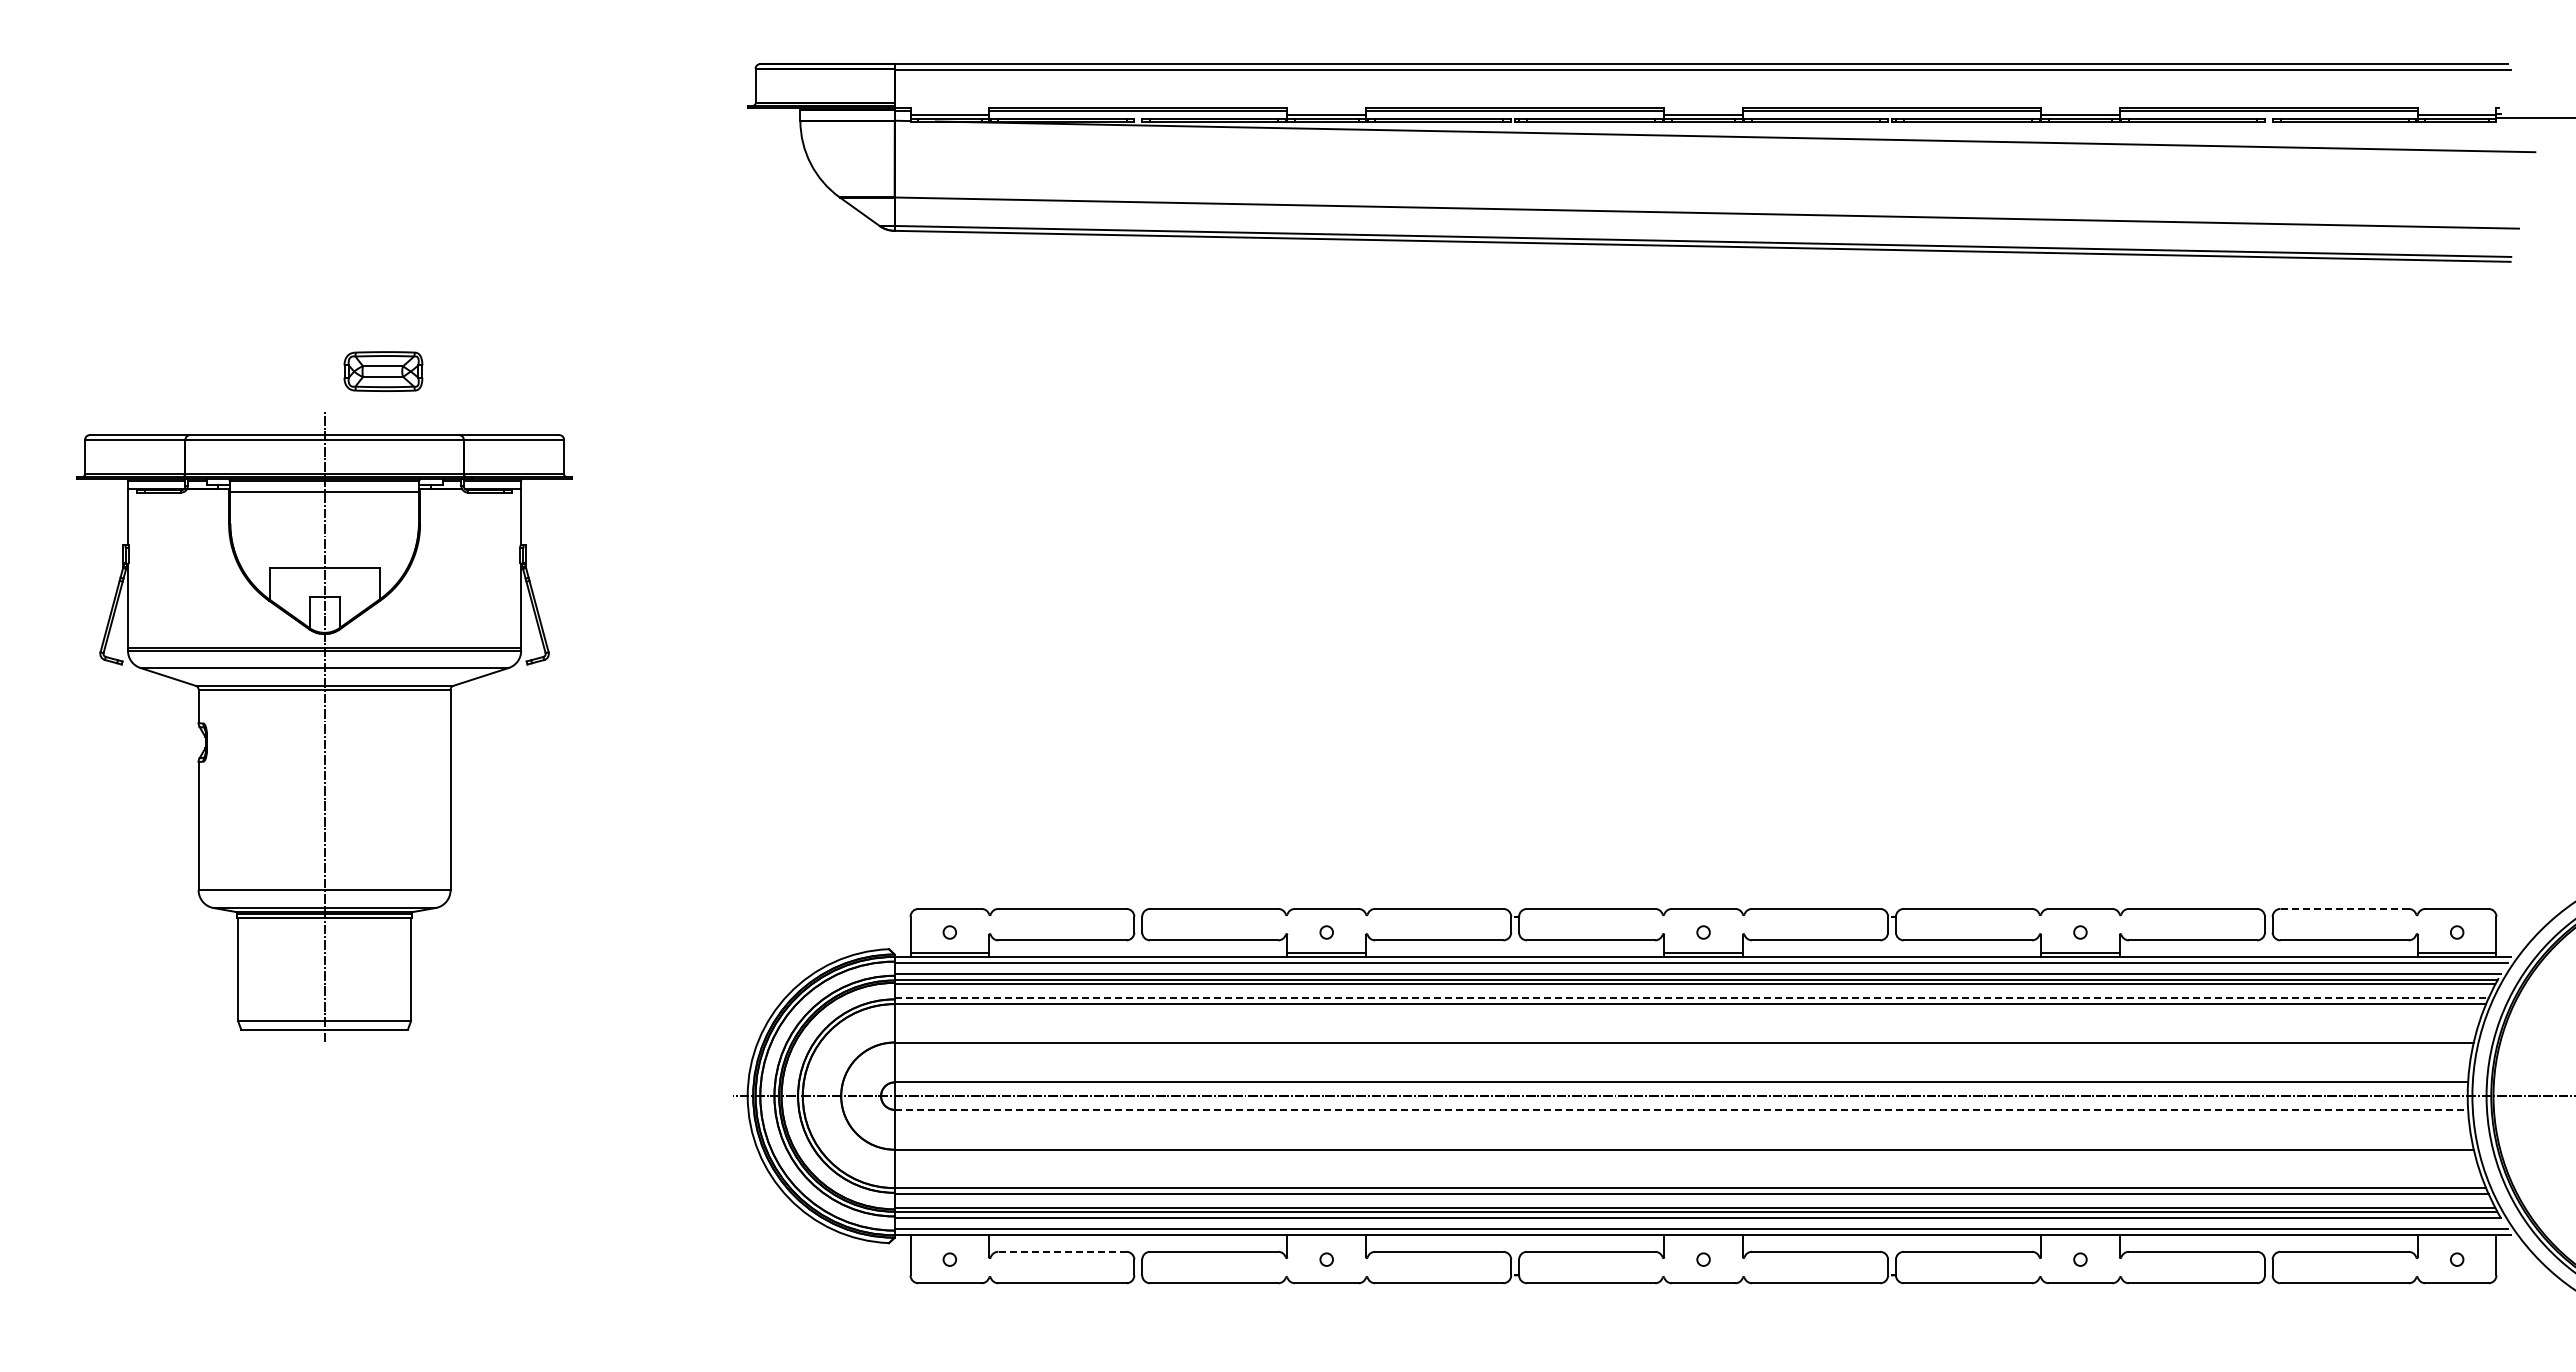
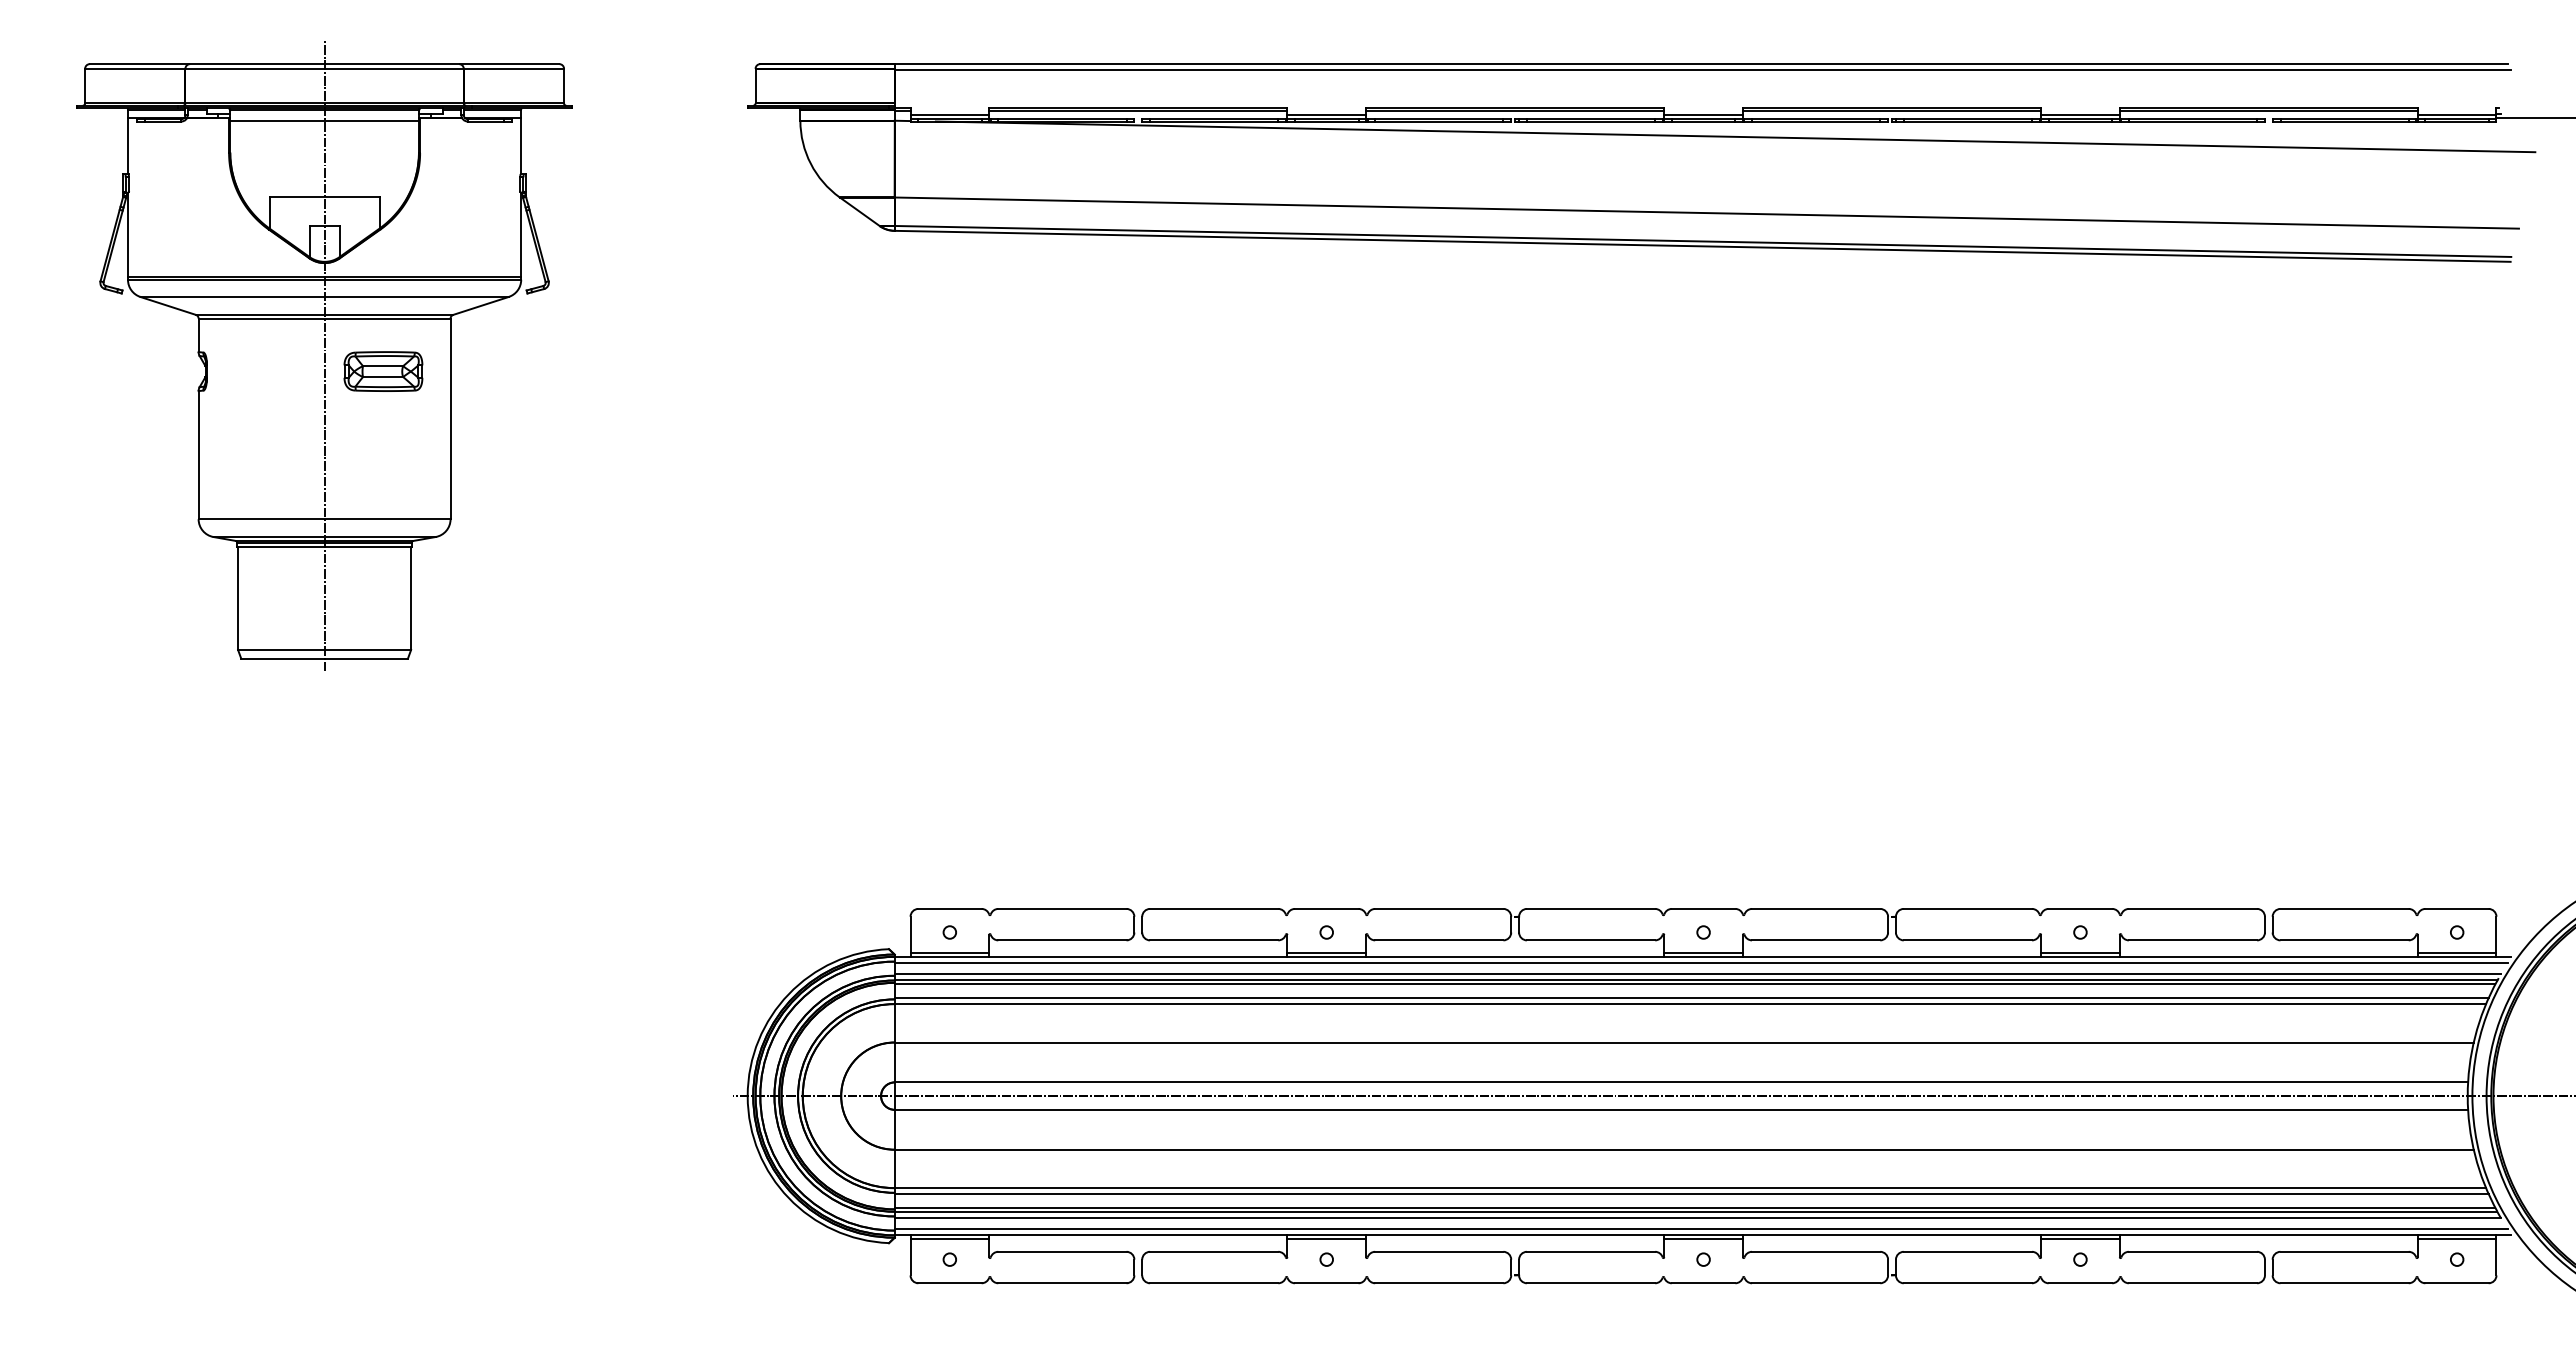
part at (324, 726) position: (324, 726) -> (324, 355)
line at (2345, 908): dashed -> solid
line at (1691, 997): dashed -> solid
line at (1681, 1109): dashed -> solid
line at (949, 1239): none -> present
line at (1326, 1239): none -> present
line at (1703, 1239): none -> present
line at (2080, 1239): none -> present
line at (2456, 1239): none -> present
line at (1061, 1251): dashed -> solid
